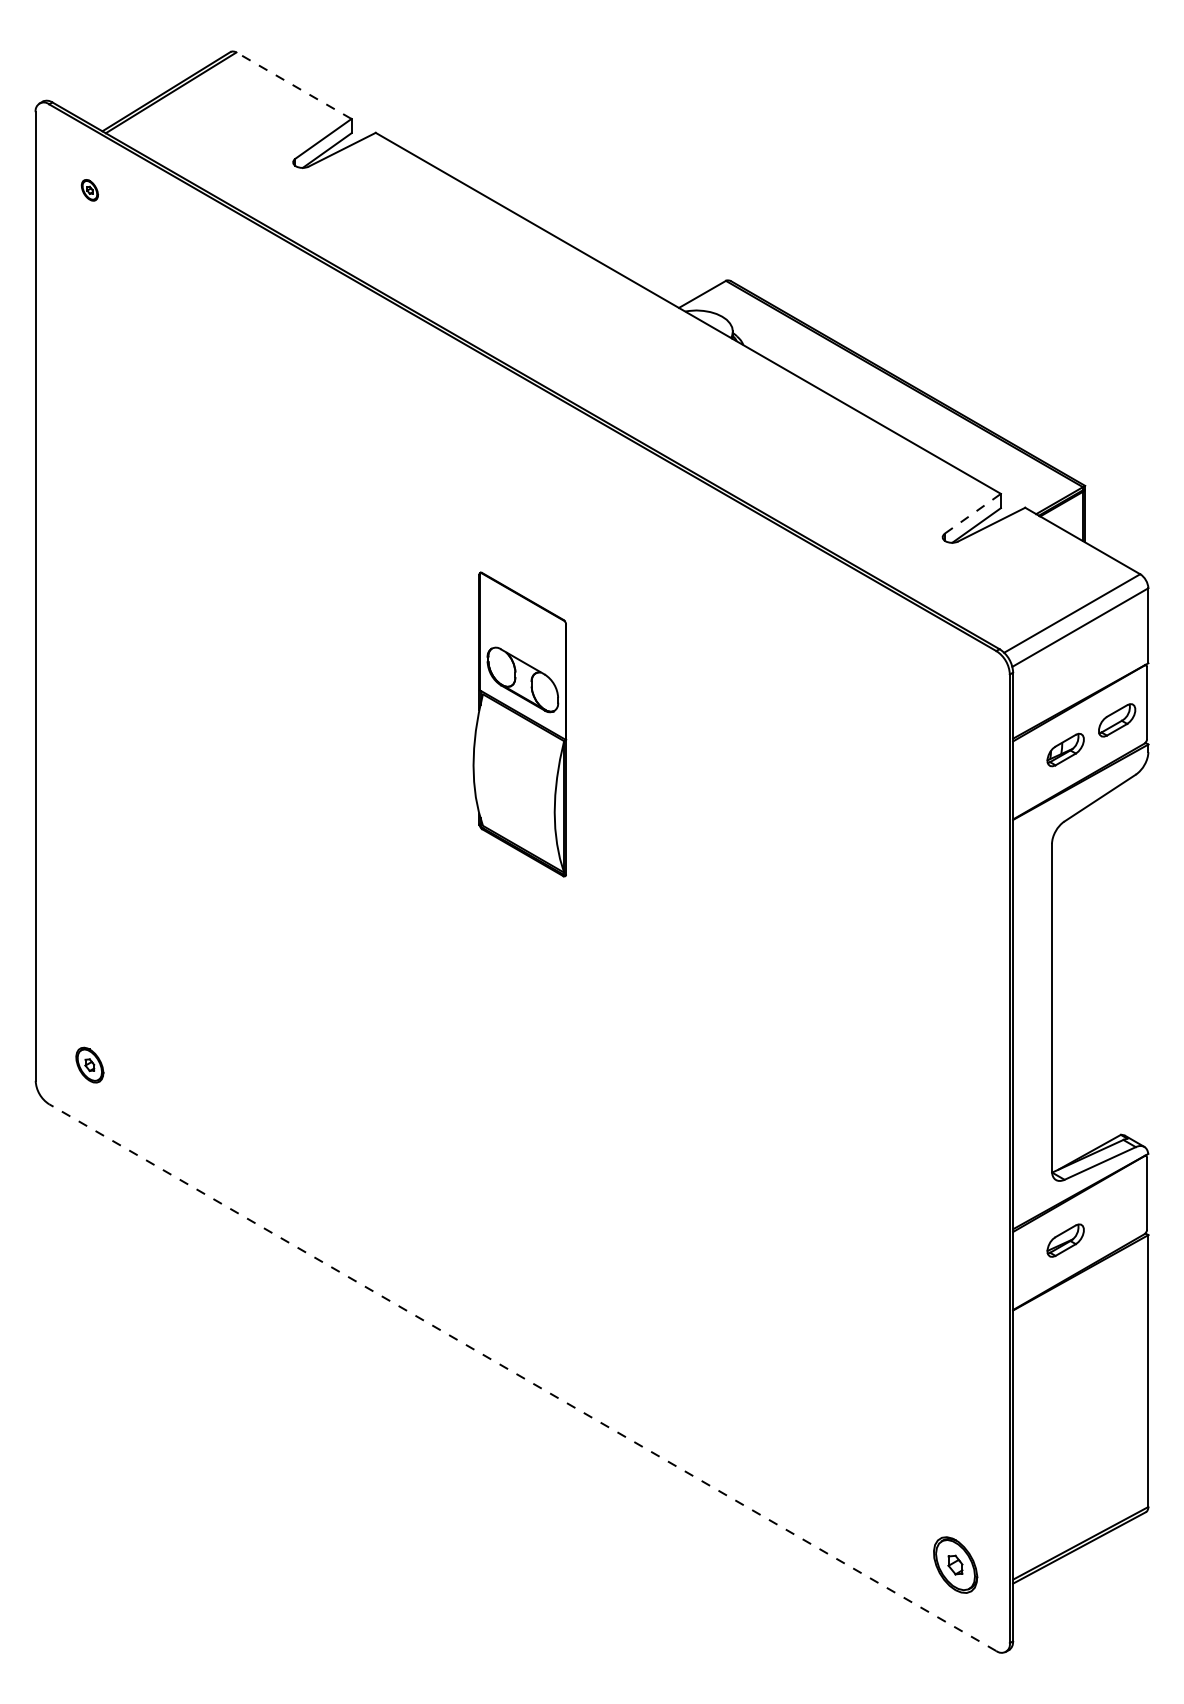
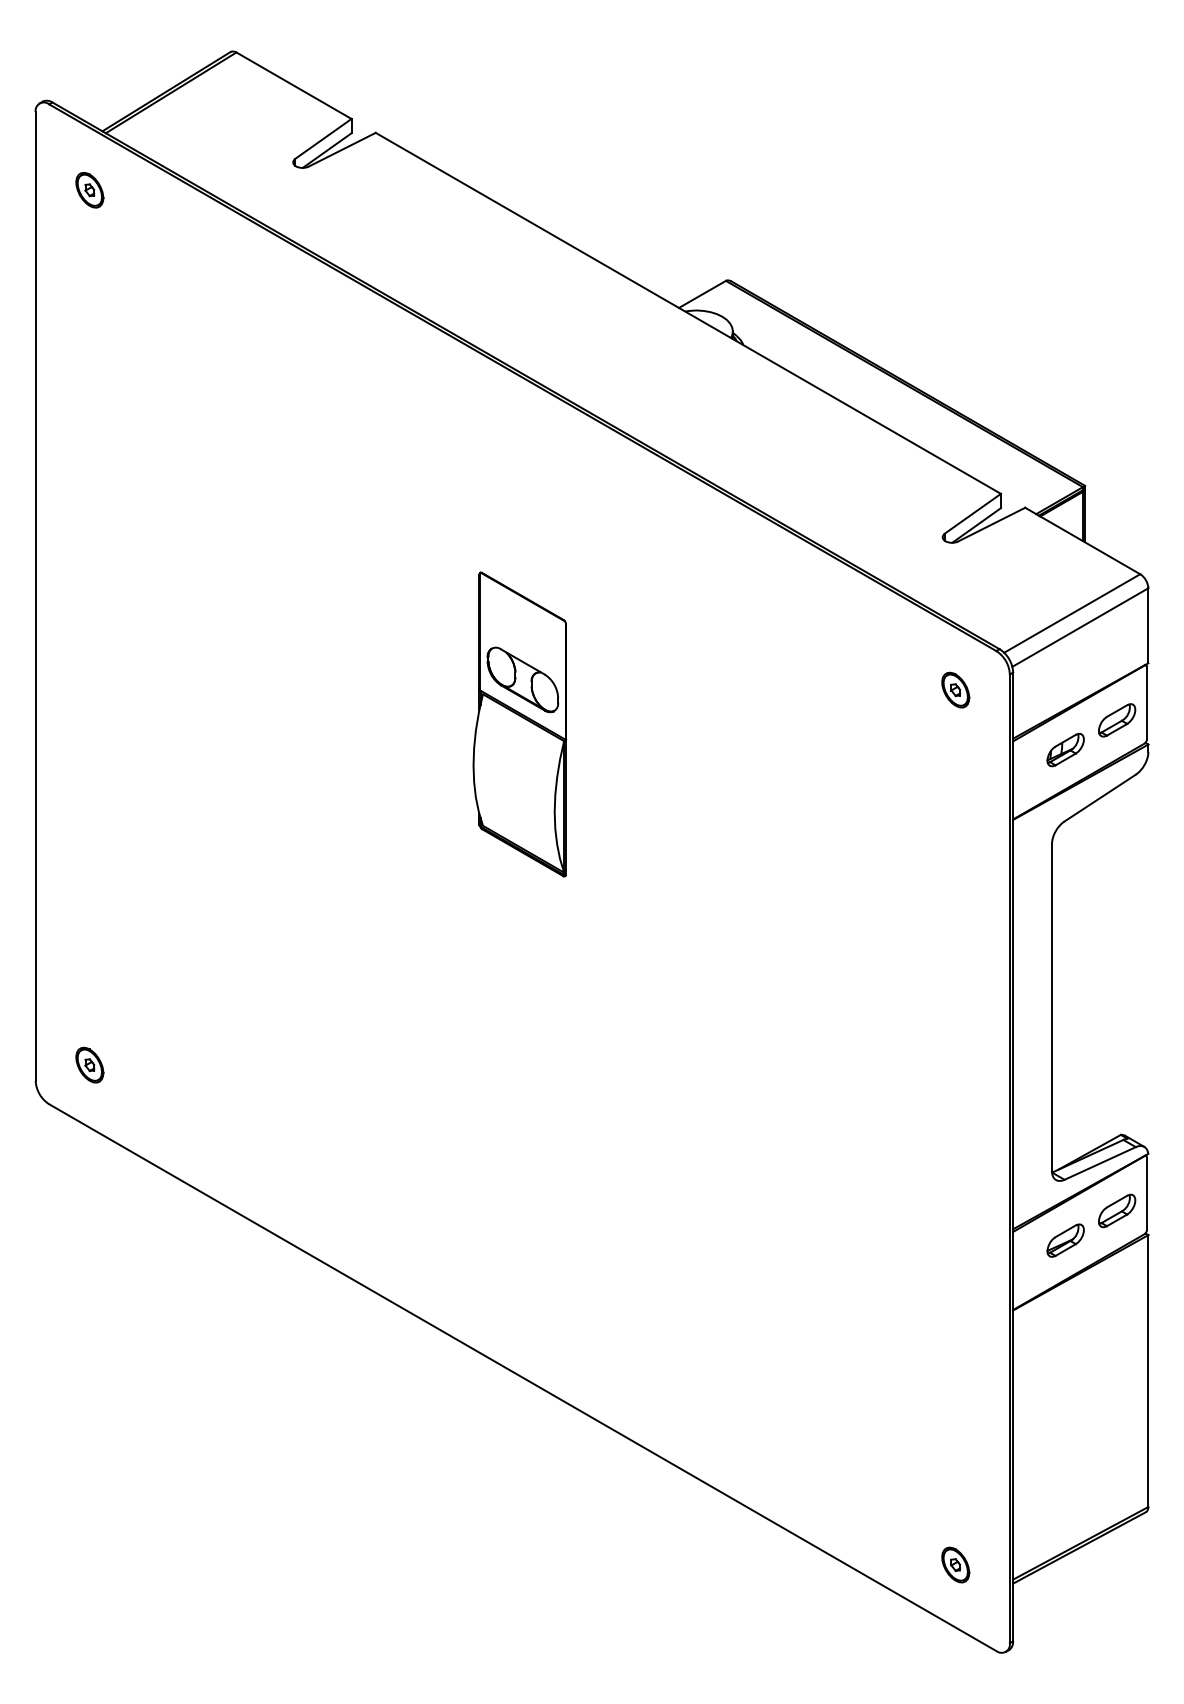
line at (293, 85): dashed -> solid
part at (89, 190) size: 19x23 px -> 30x37 px
line at (973, 513): dashed -> solid
part at (955, 689): none -> present
part at (1117, 1210): none -> present
line at (522, 1377): dashed -> solid
part at (955, 1564) size: 46x58 px -> 30x38 px
